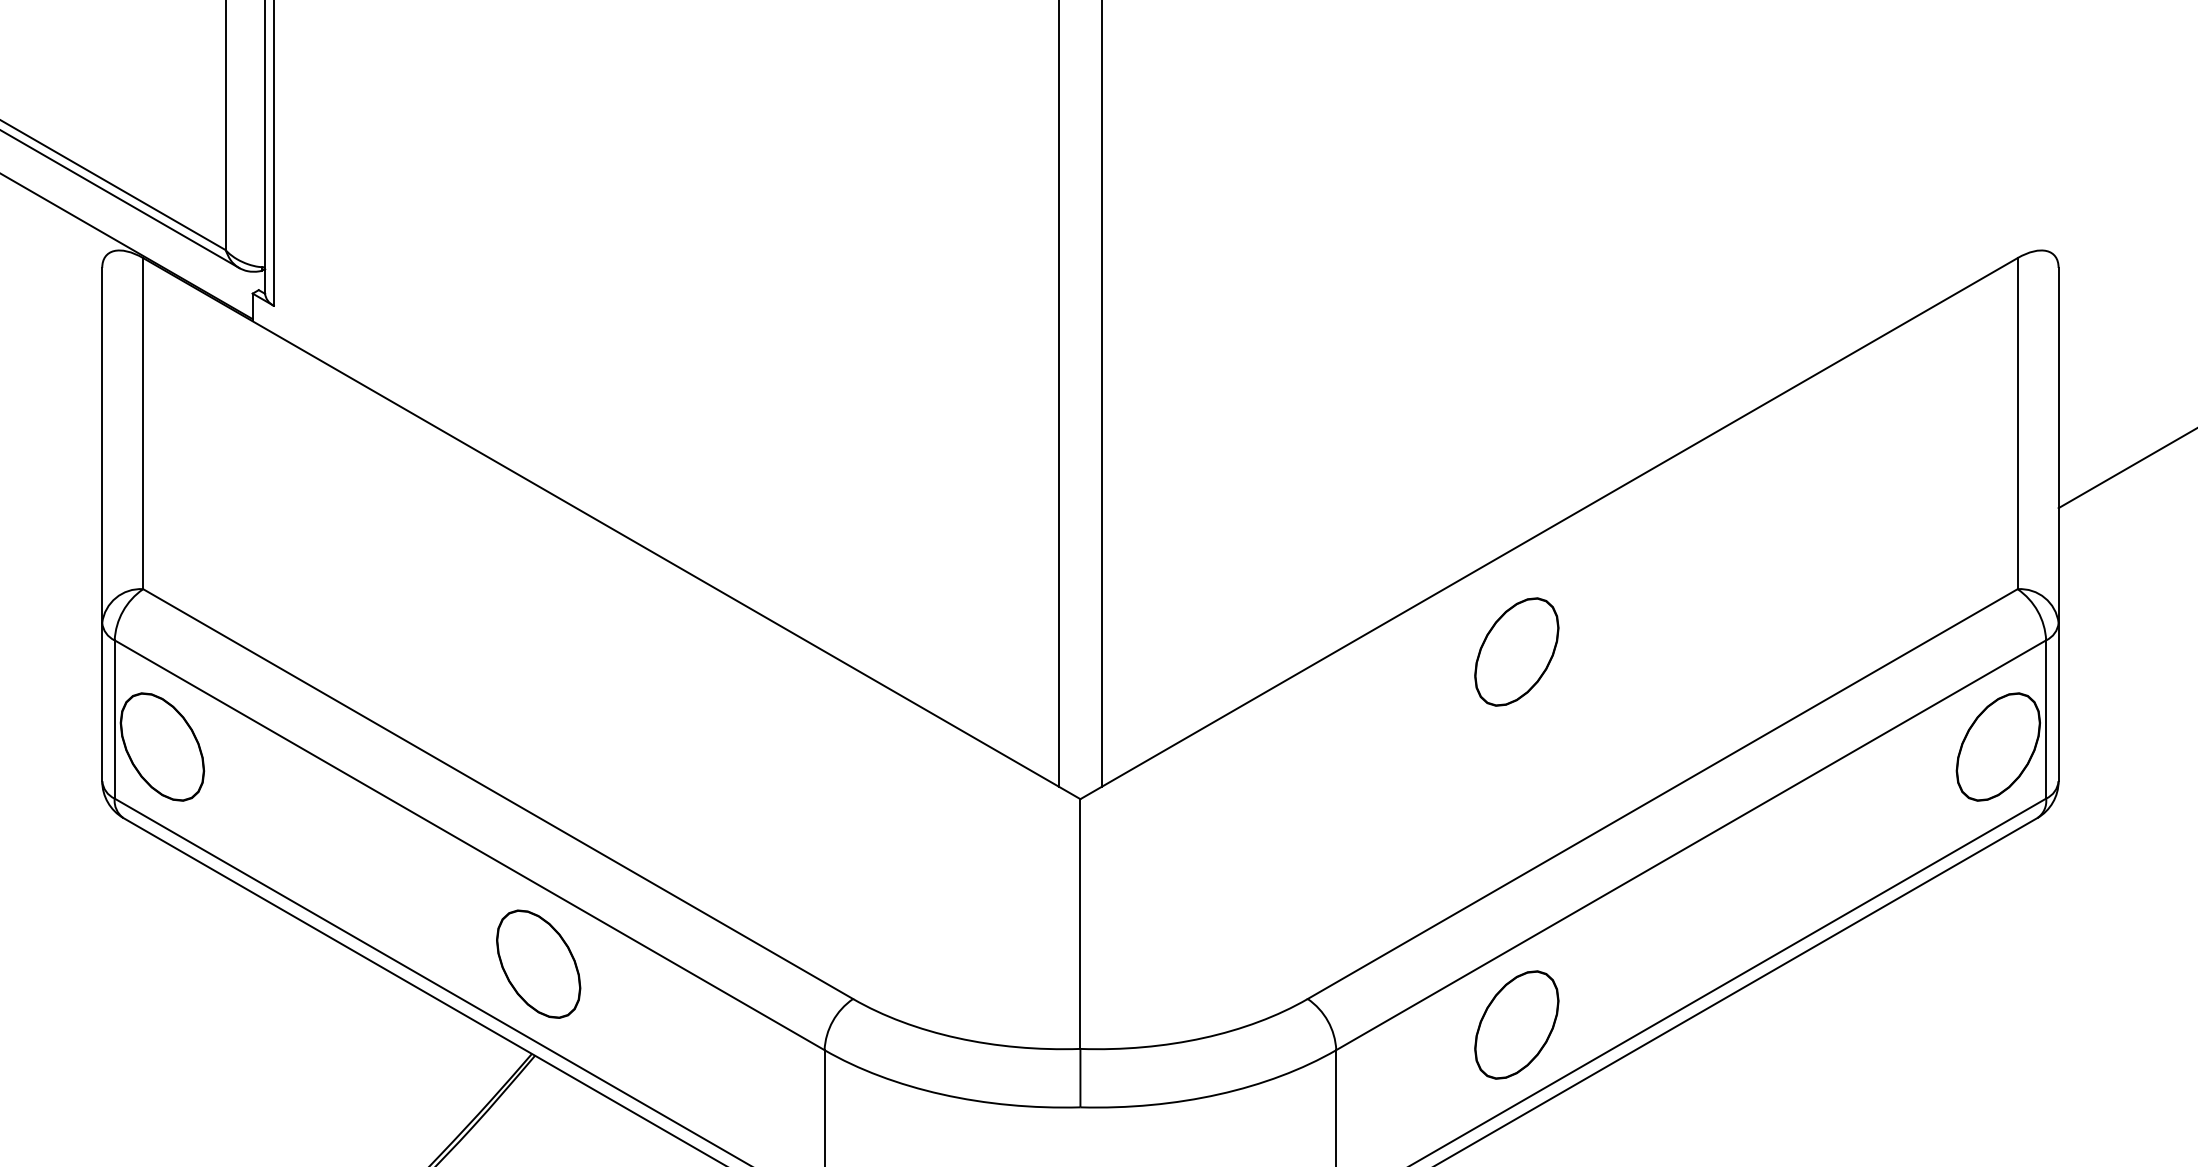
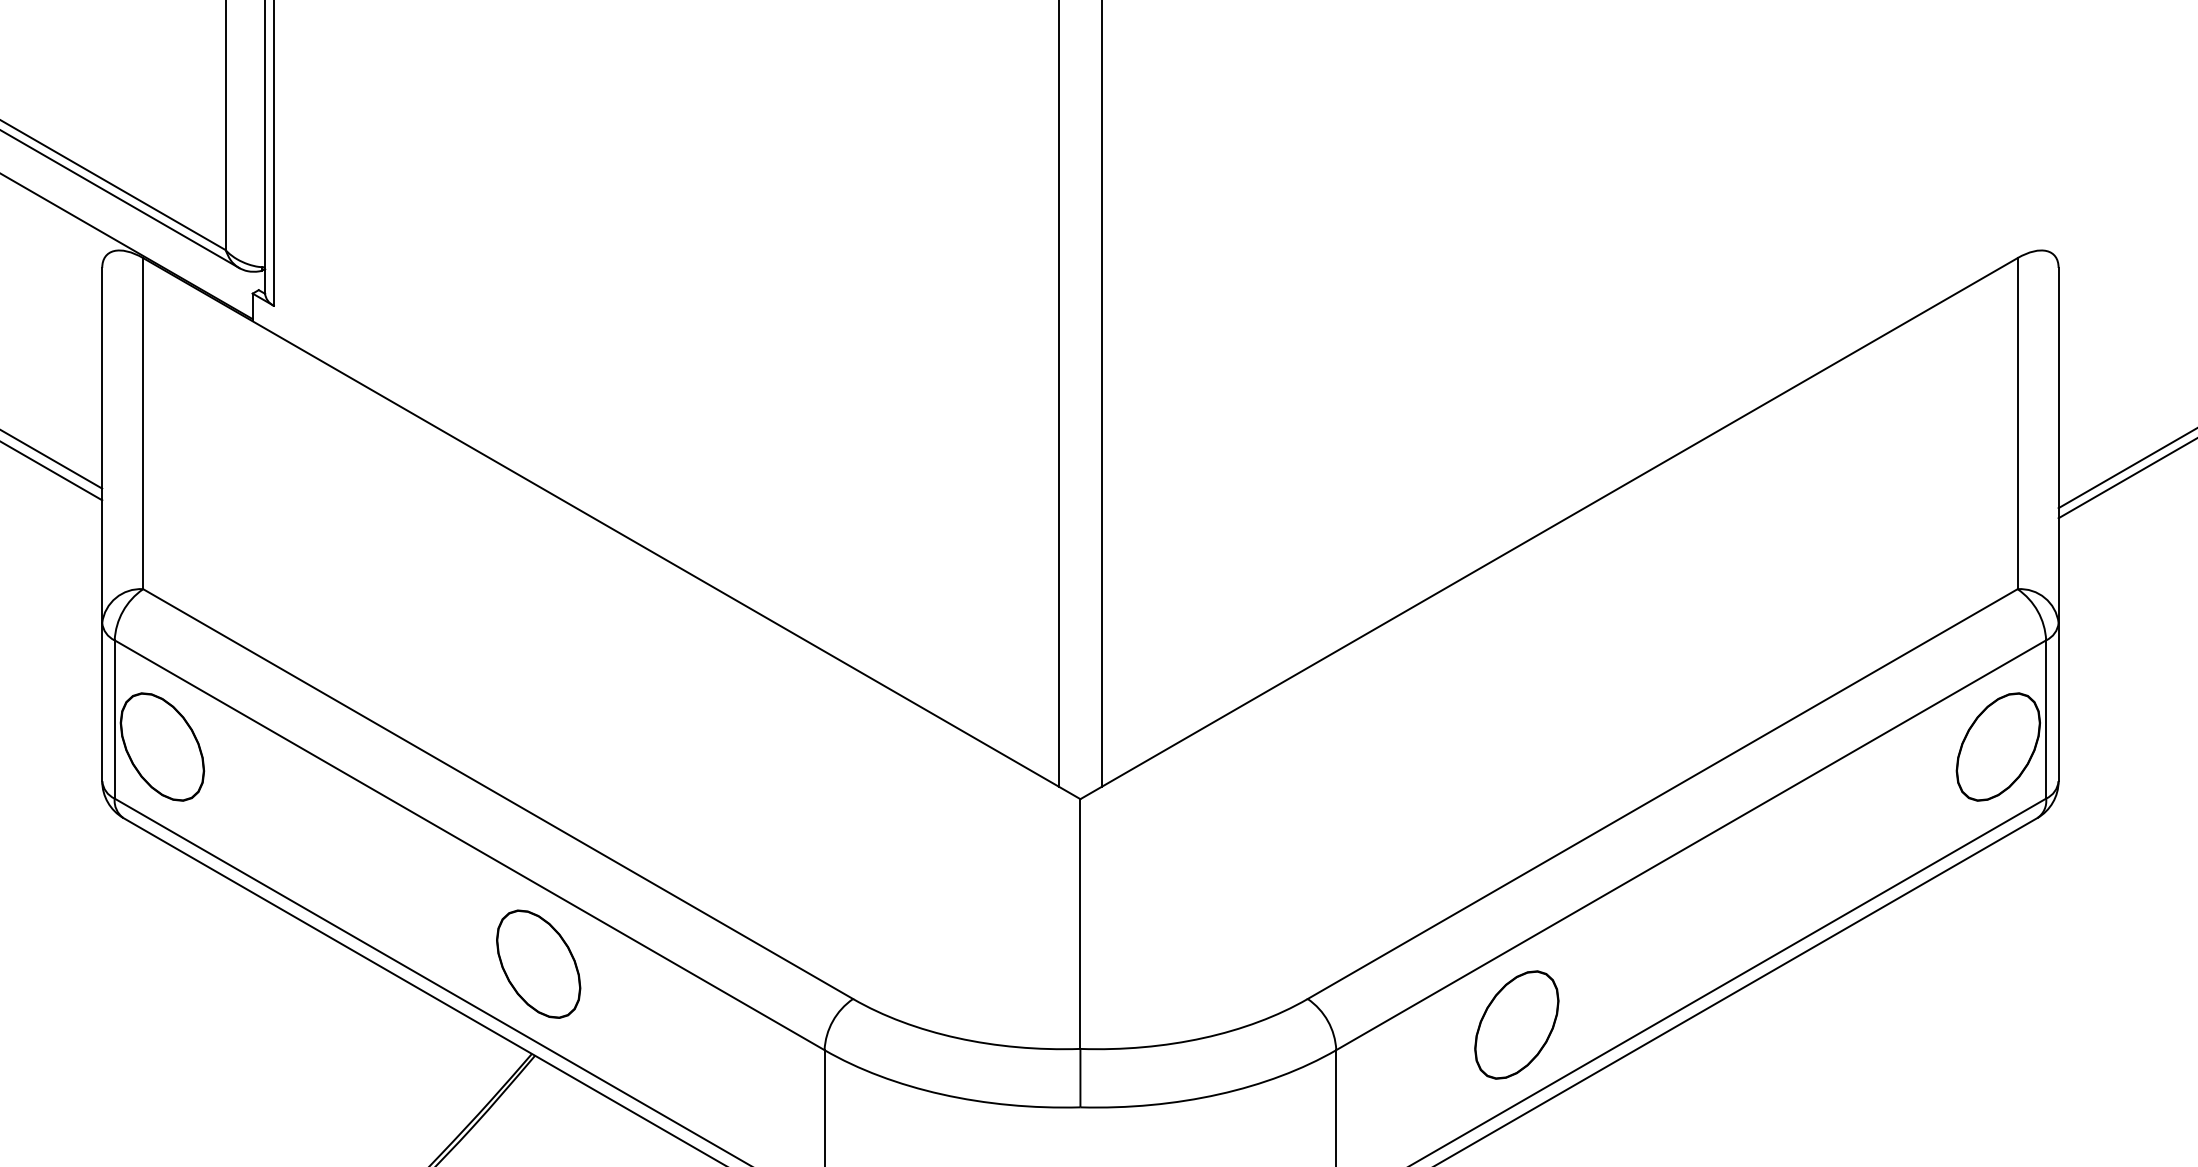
line at (52, 459): none -> present
line at (52, 471): none -> present
line at (2126, 478): none -> present
part at (1516, 651): present -> none
